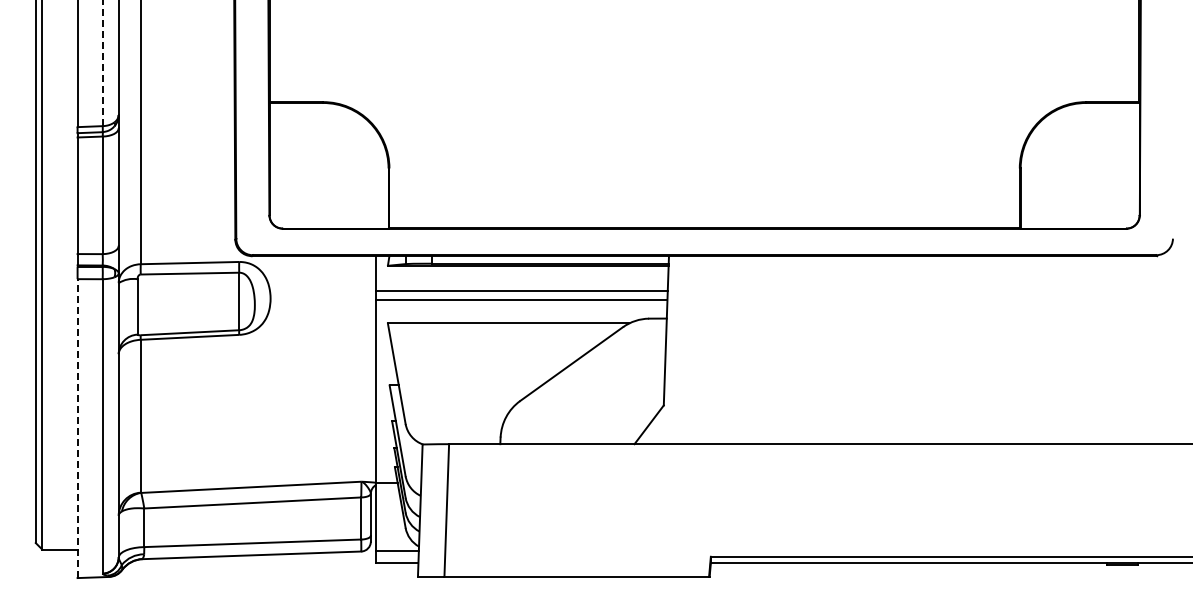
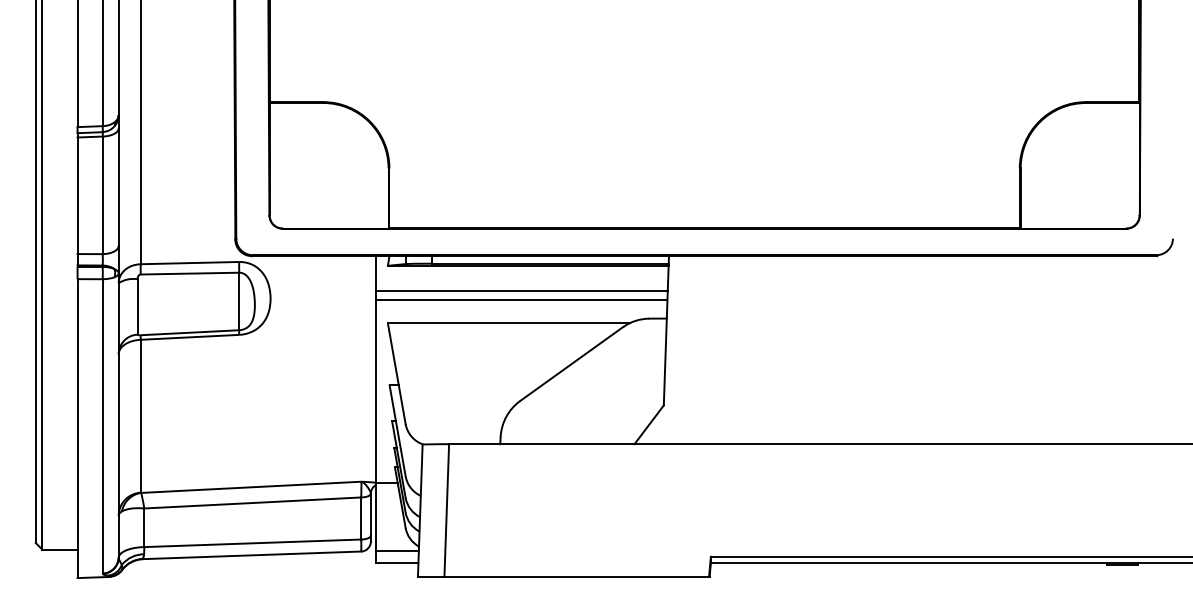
line at (102, 63): dashed -> solid
line at (77, 428): dashed -> solid
